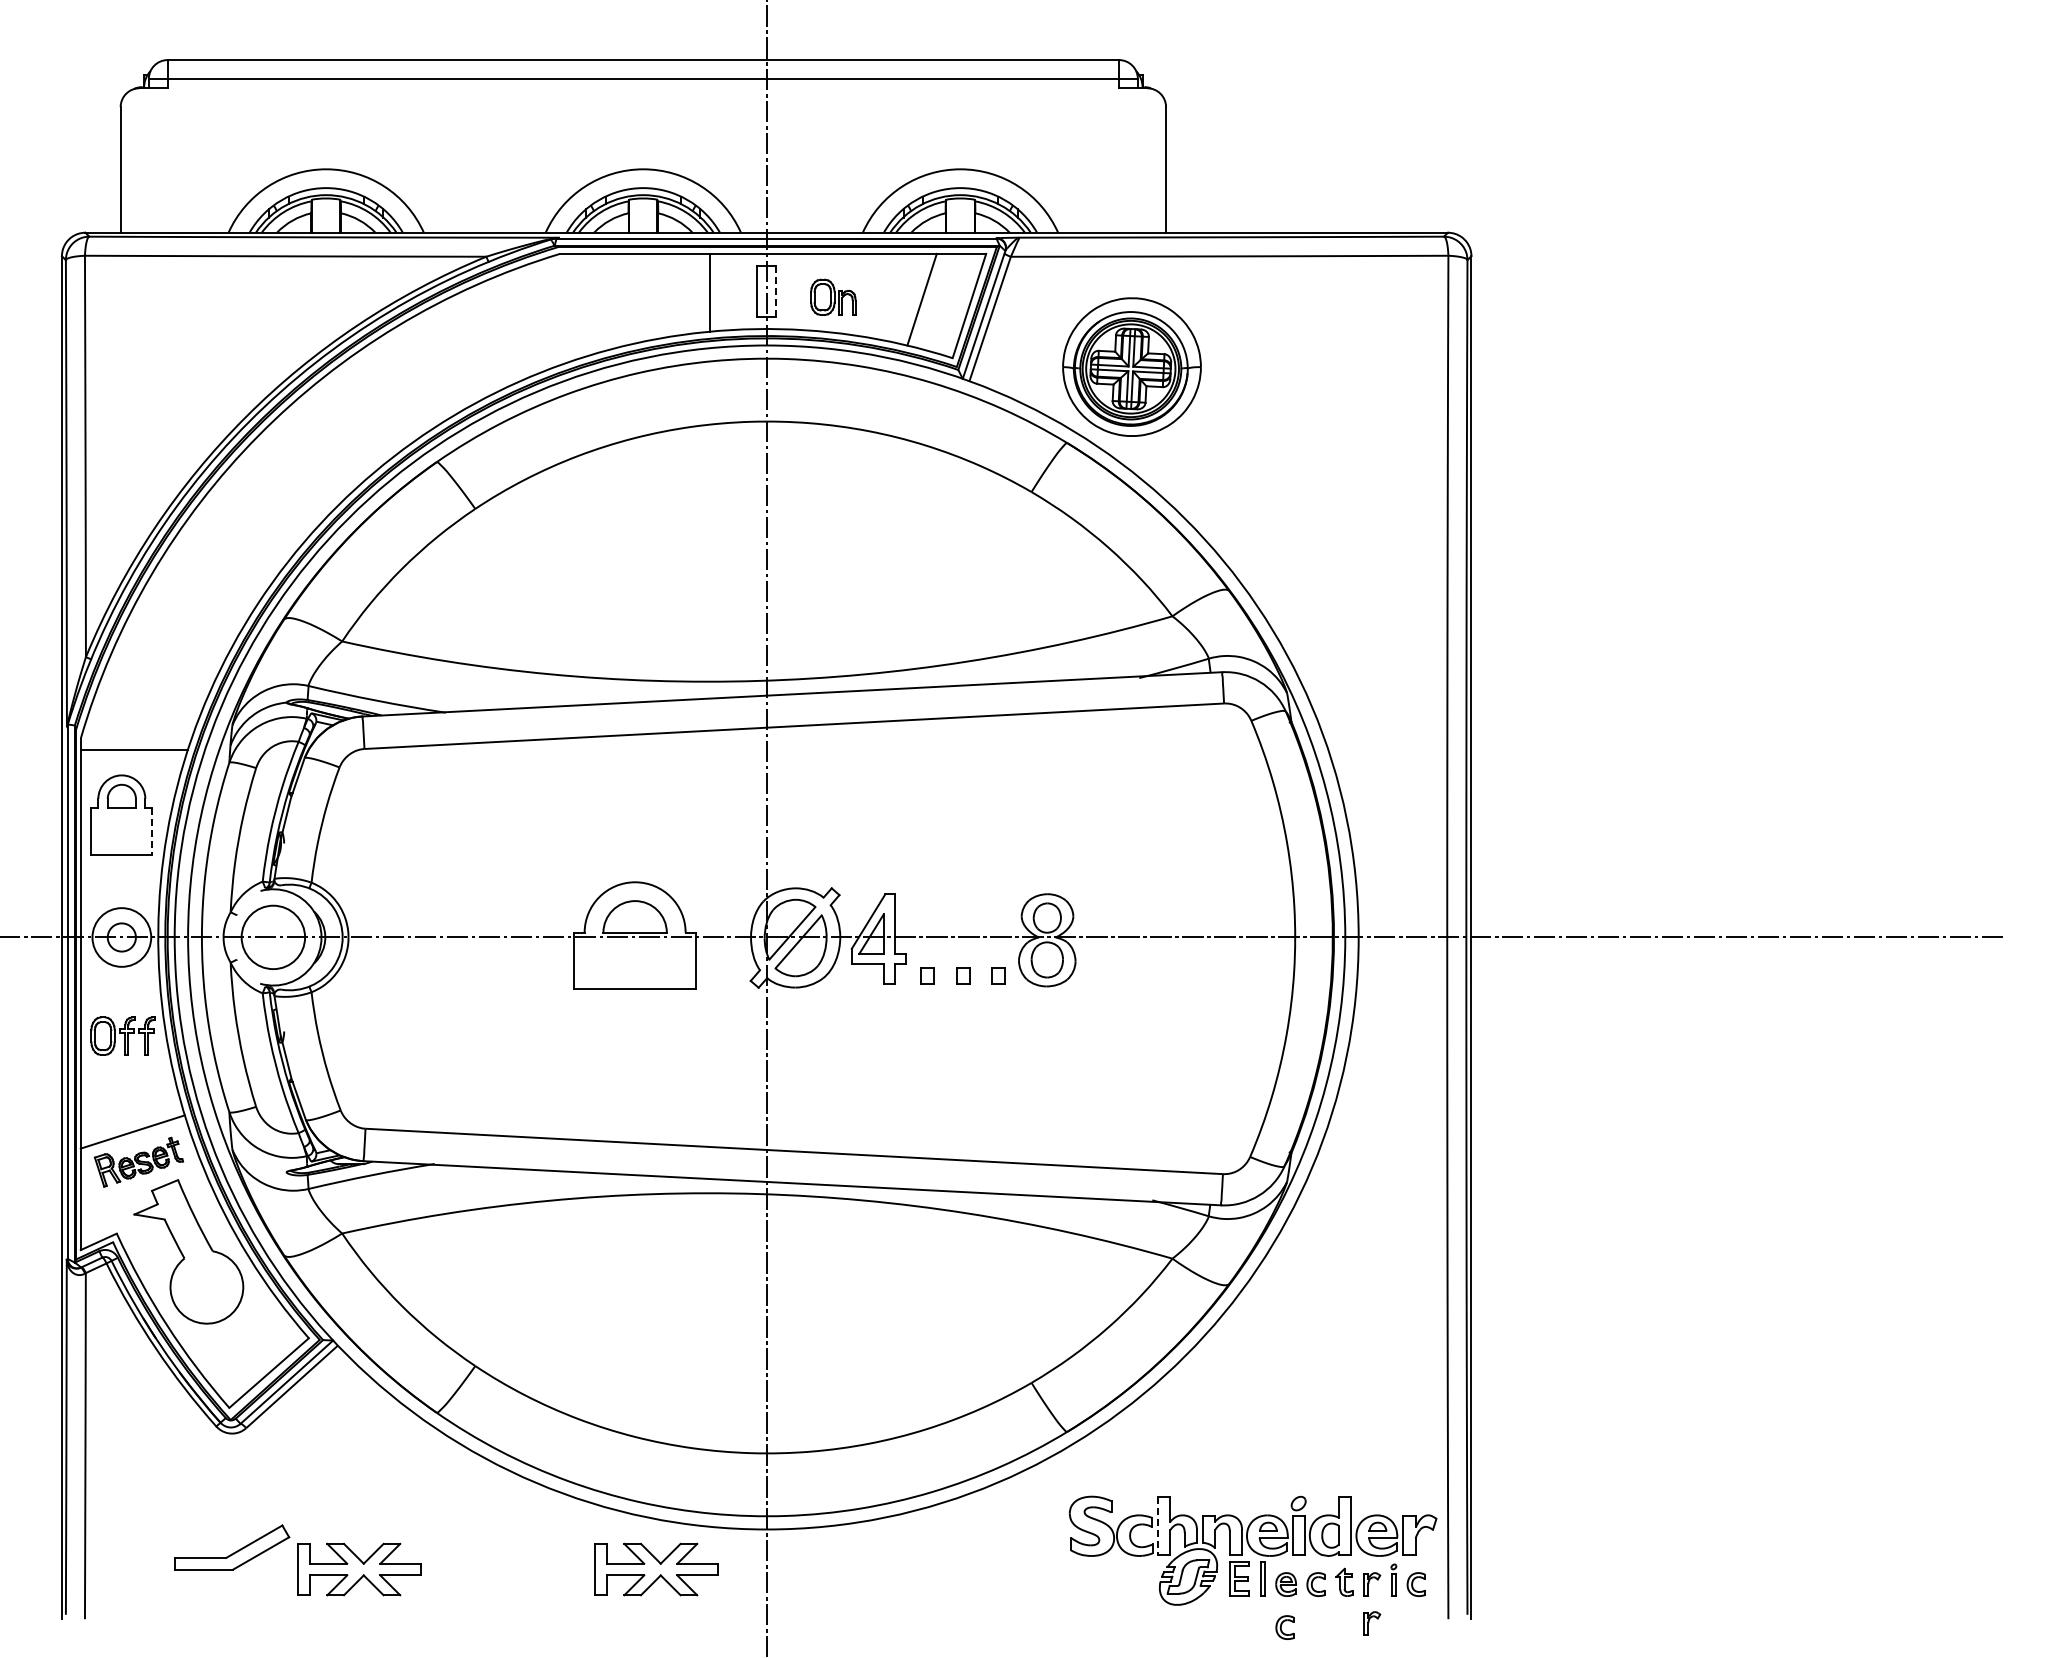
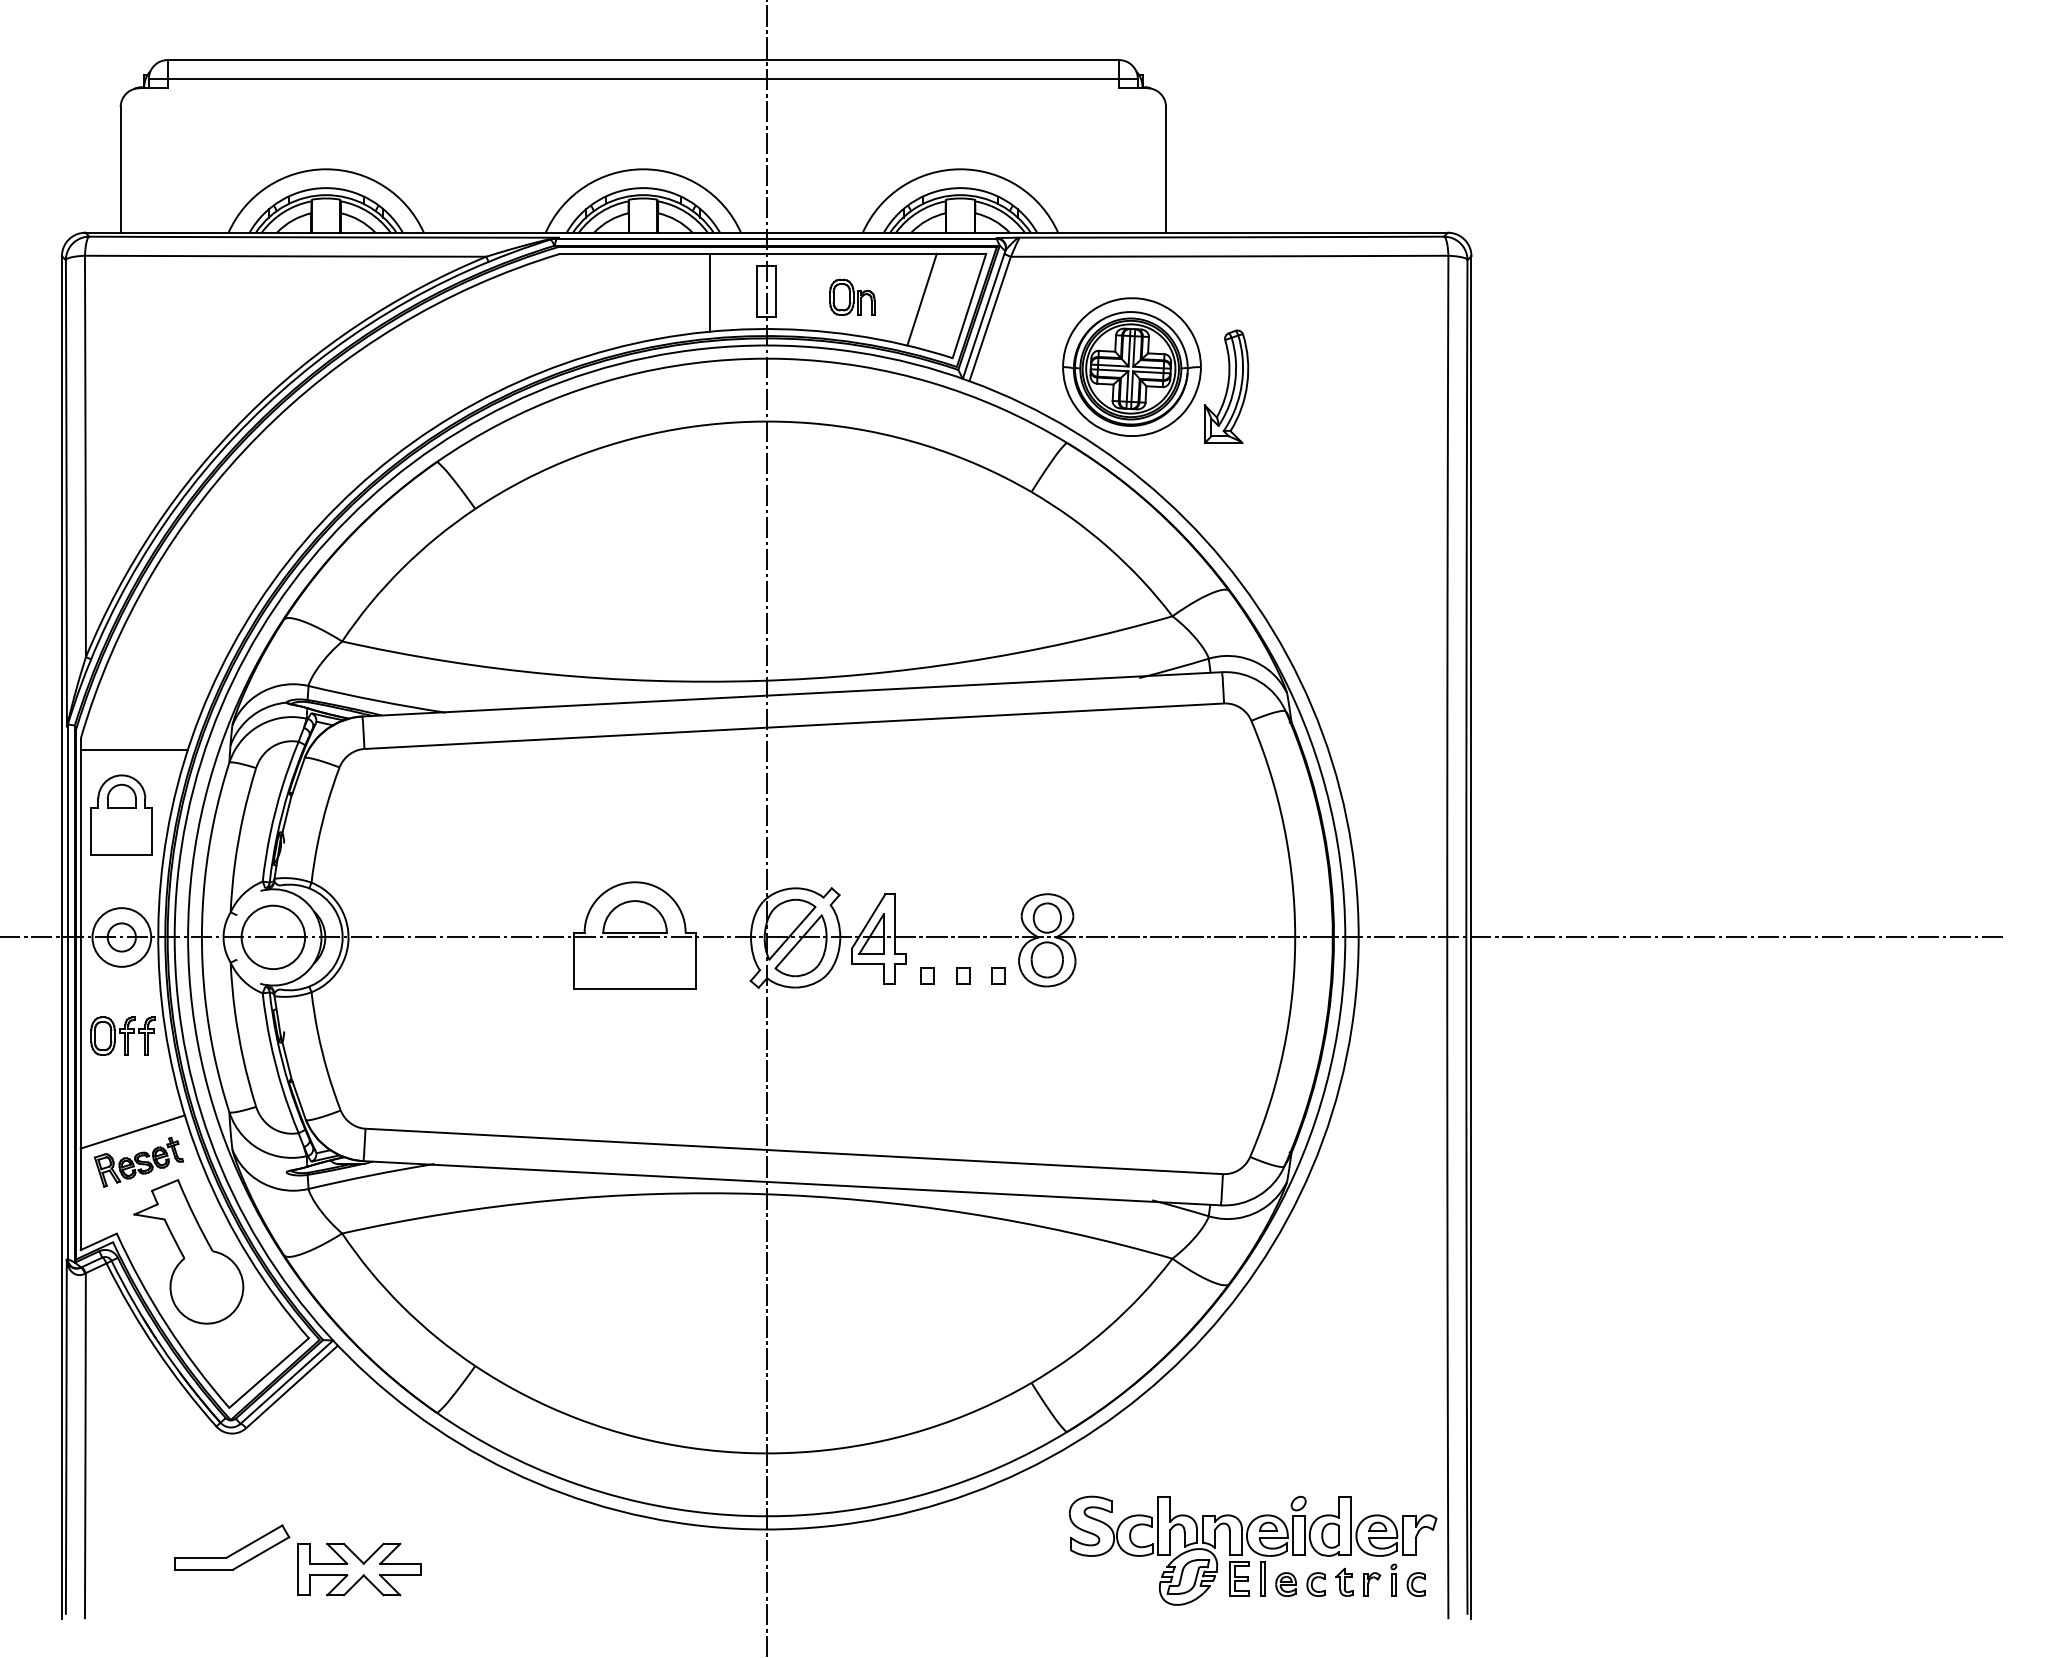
line at (776, 291): dashed -> solid
part at (833, 296) position: (833, 296) -> (852, 296)
part at (1226, 386): none -> present
line at (152, 832): dashed -> solid
line at (1157, 1526): dashed -> solid
part at (656, 1569): present -> none
part at (1372, 1623): present -> none
part at (1284, 1627): present -> none
